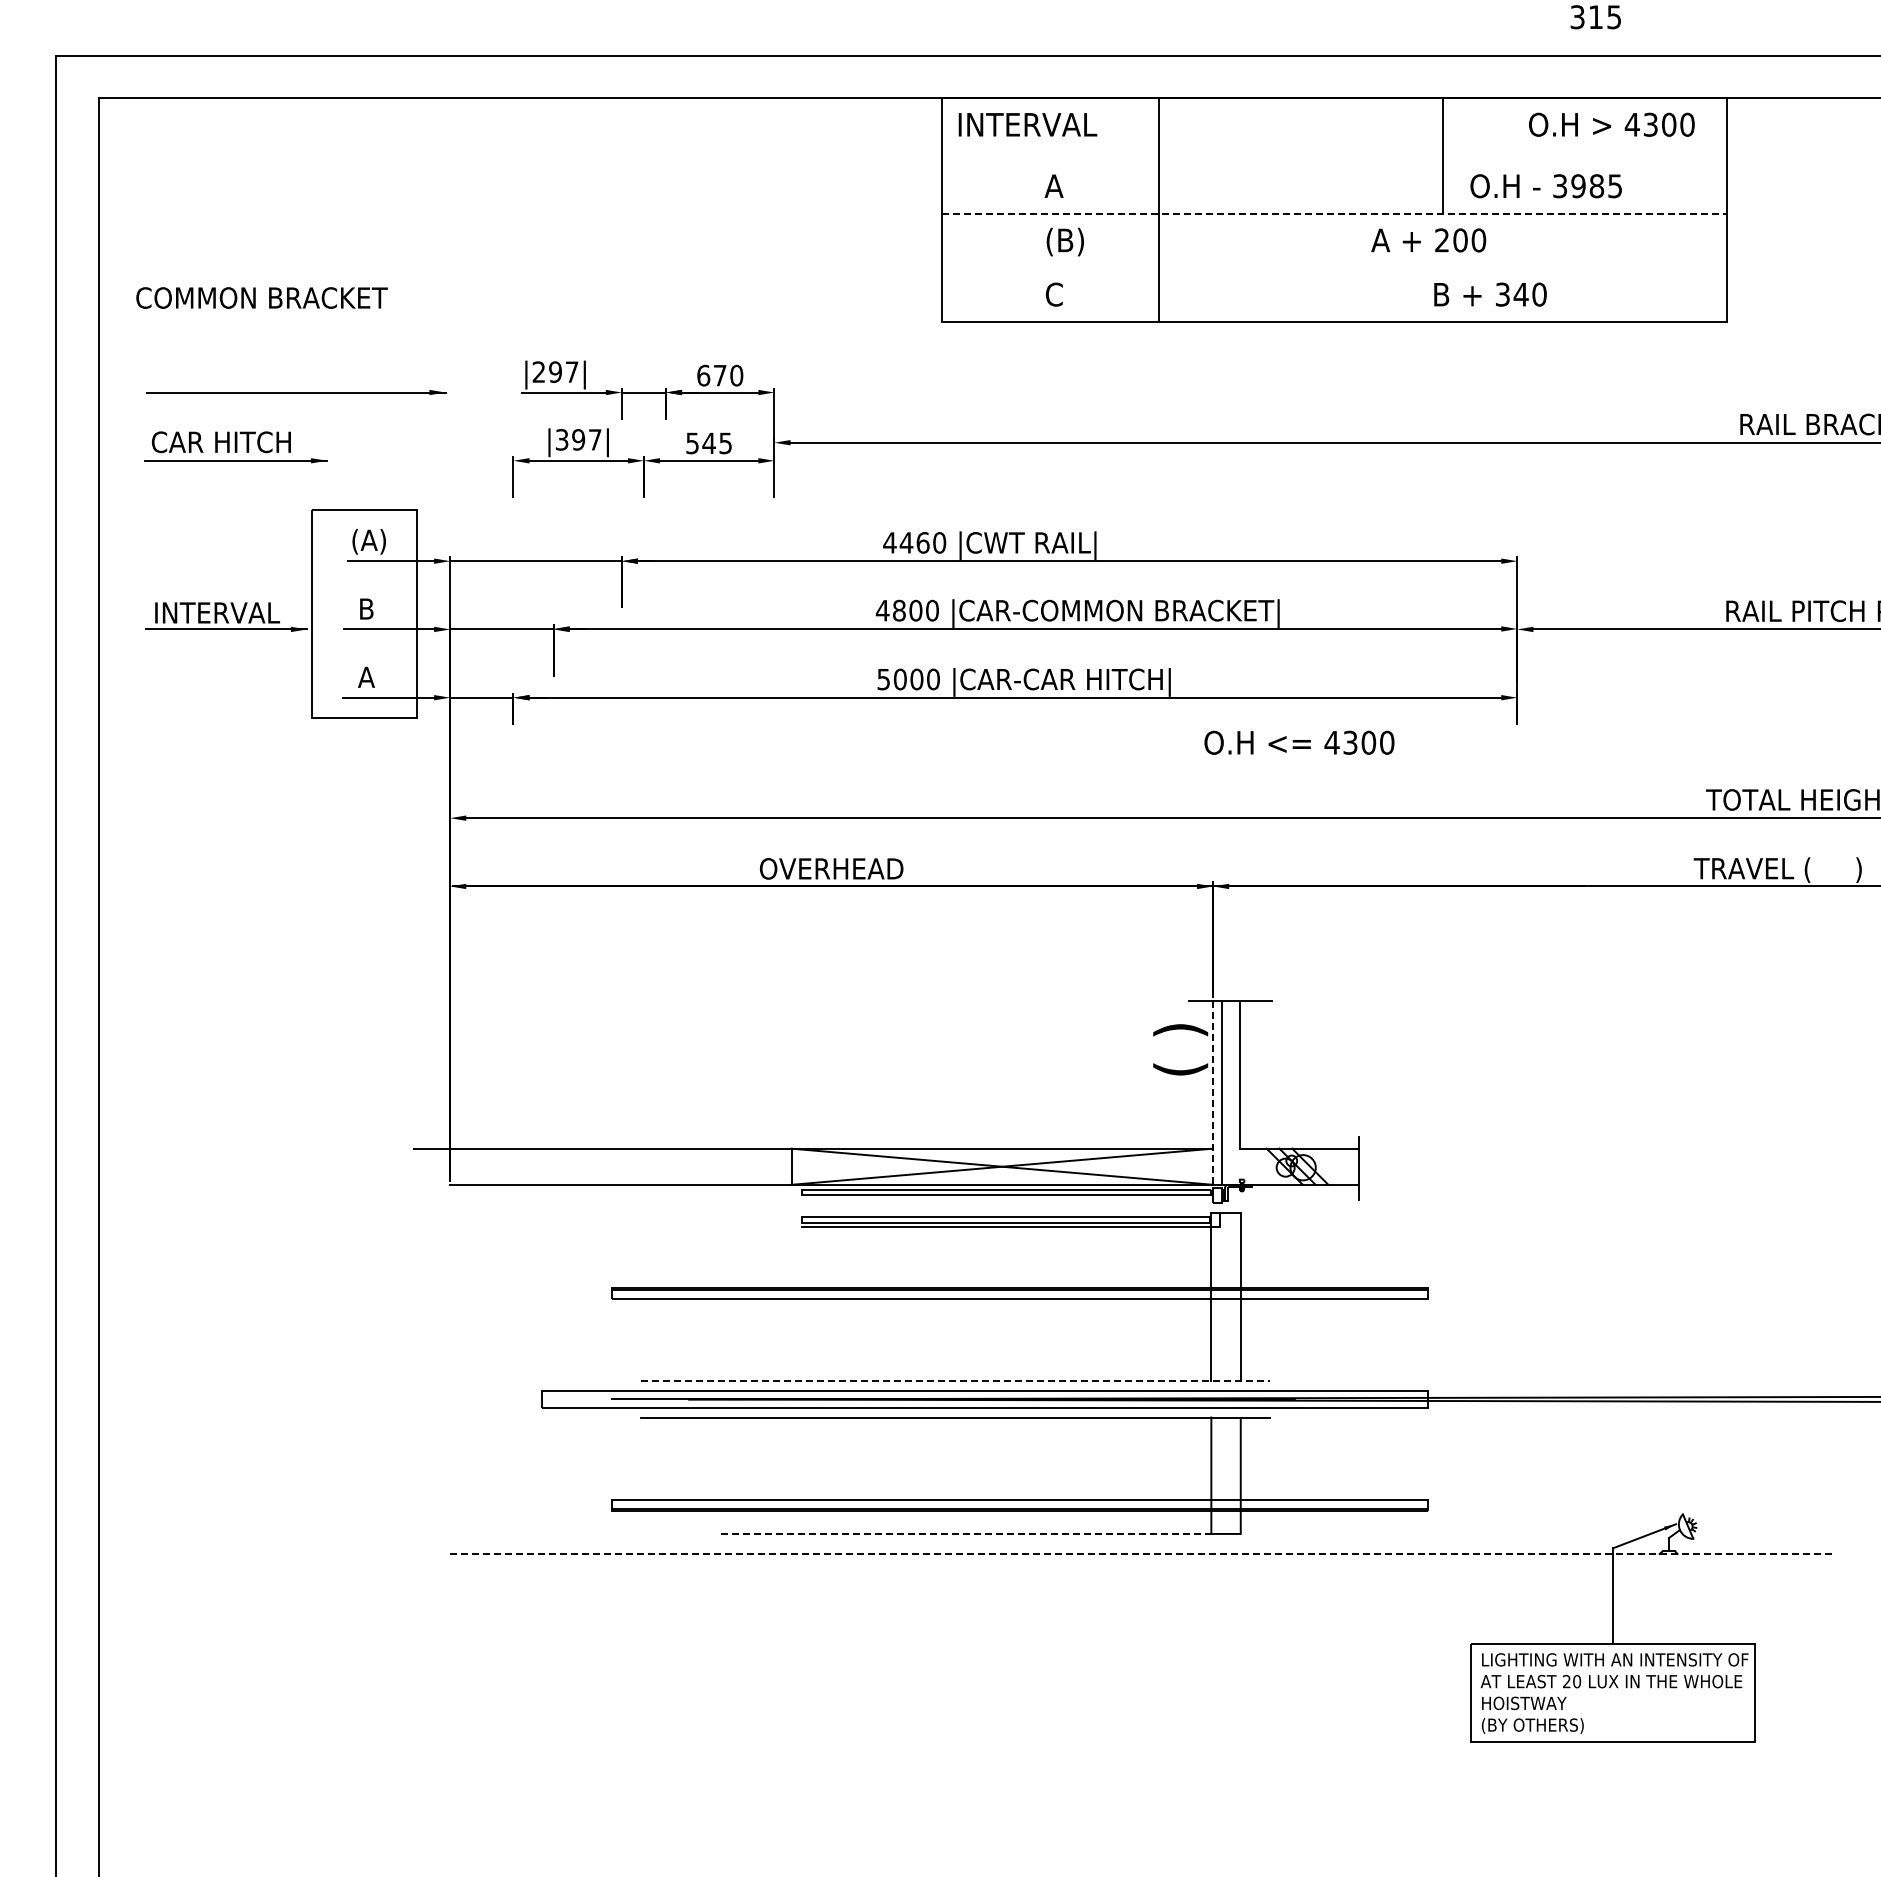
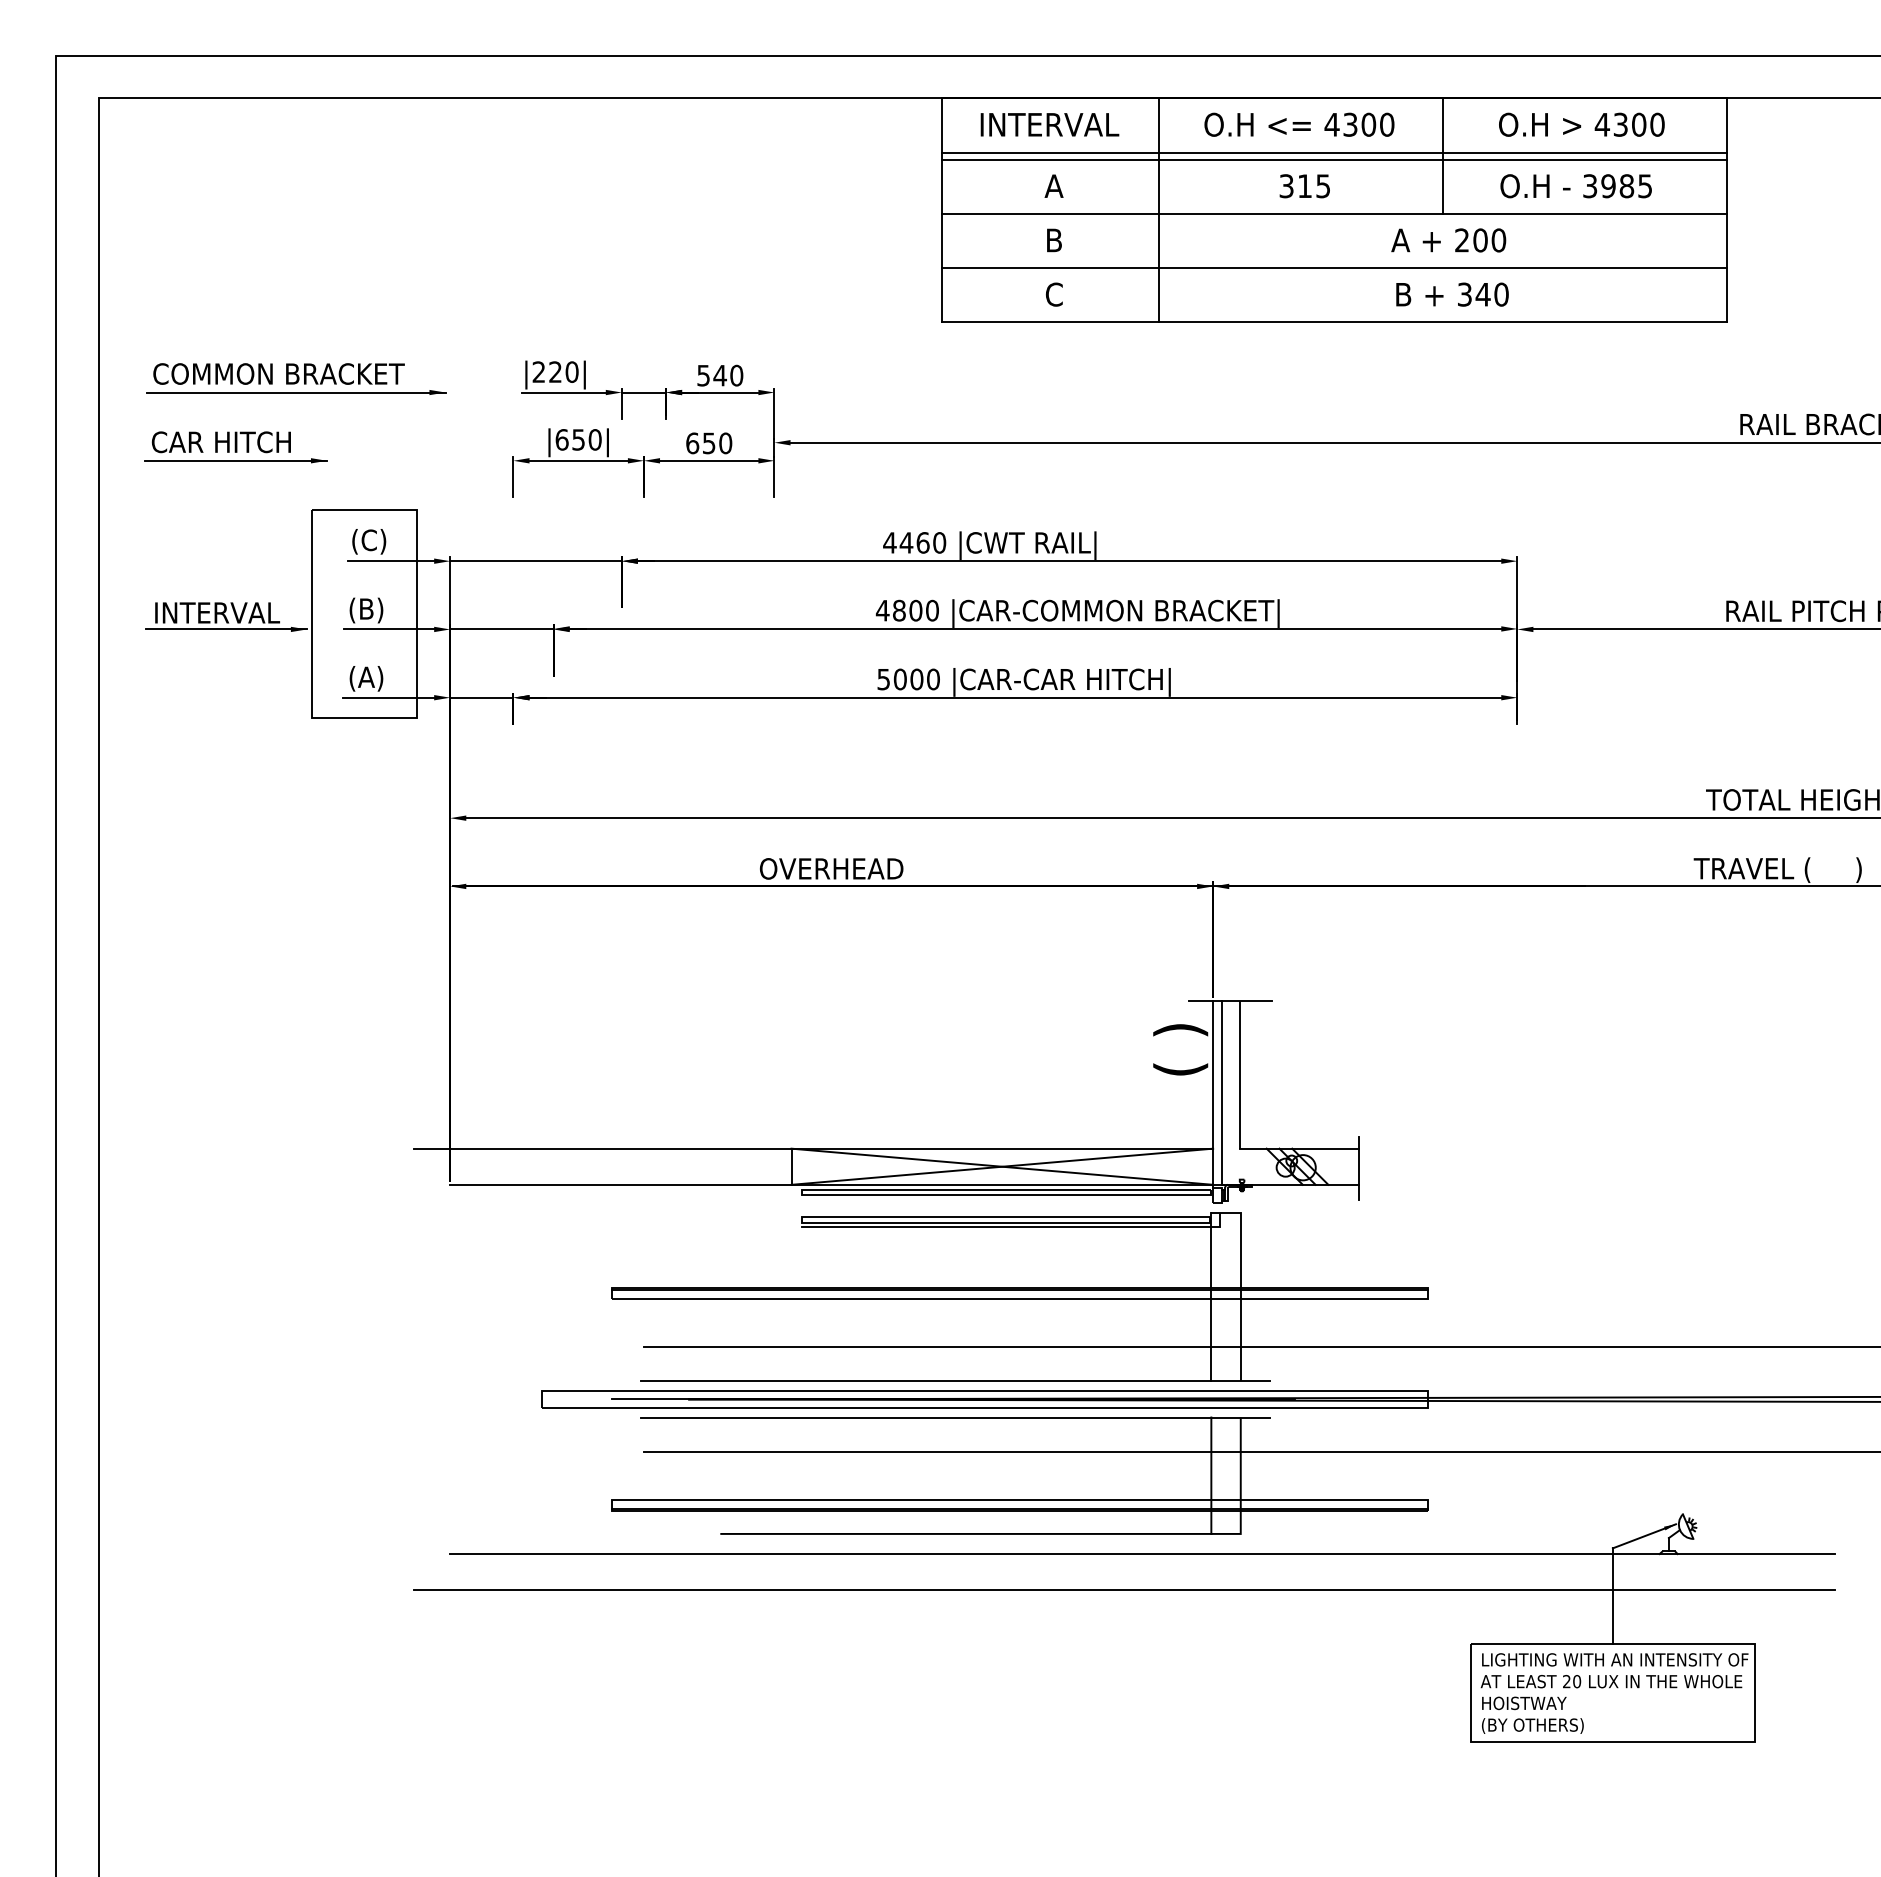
text at (1595, 17) position: (1595, 17) -> (1304, 186)
text at (1027, 124) position: (1027, 124) -> (1049, 124)
text at (1611, 124) position: (1611, 124) -> (1581, 124)
line at (1333, 152): none -> present
line at (1333, 159): none -> present
text at (1545, 186) position: (1545, 186) -> (1575, 186)
line at (1334, 214): dashed -> solid
text at (1428, 240) position: (1428, 240) -> (1448, 240)
text at (1064, 241): (B) -> B
line at (1333, 268): none -> present
text at (1490, 294) position: (1490, 294) -> (1452, 294)
text at (261, 297) position: (261, 297) -> (278, 373)
text at (563, 371): |297| -> |220|
text at (711, 375): 670 -> 540
text at (578, 439): |397| -> |650|
text at (709, 443): 545 -> 650
text at (369, 541): (A) -> (C)
text at (366, 610): B -> (B)
text at (366, 678): A -> (A)
text at (1299, 742) position: (1299, 742) -> (1299, 124)
line at (1213, 1094): dashed -> solid
line at (1260, 1347): none -> present
line at (955, 1381): dashed -> solid
line at (1260, 1451): none -> present
line at (966, 1533): dashed -> solid
line at (1142, 1554): dashed -> solid
line at (1124, 1590): none -> present
